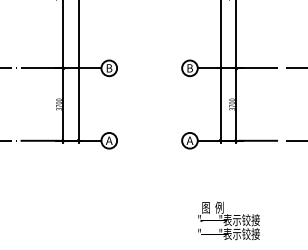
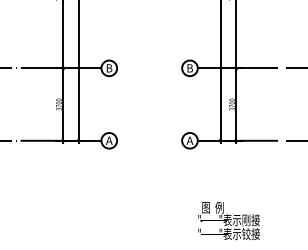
text at (246, 220): "        "表示铰接 -> "        "表示刚接
